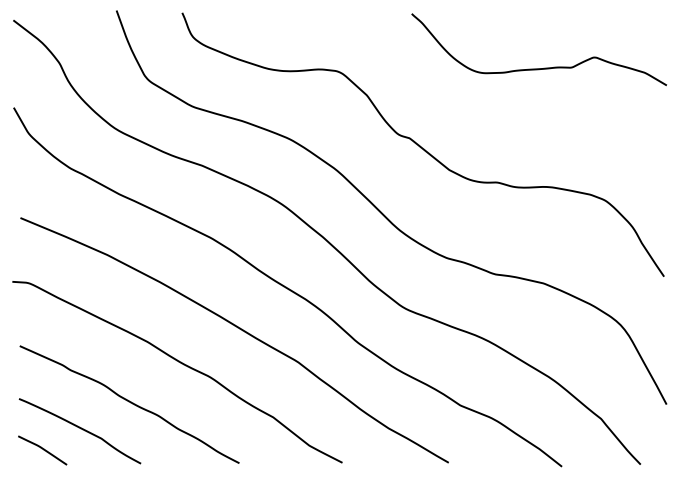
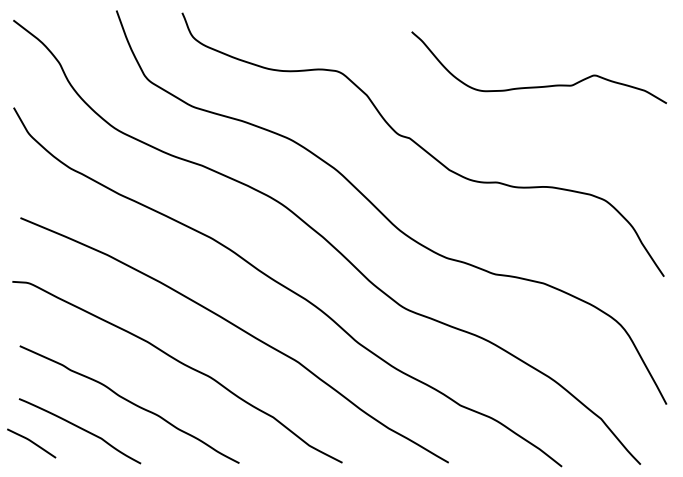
curve at (544, 67) position: (544, 67) -> (544, 85)
curve at (42, 449) position: (42, 449) -> (31, 442)
